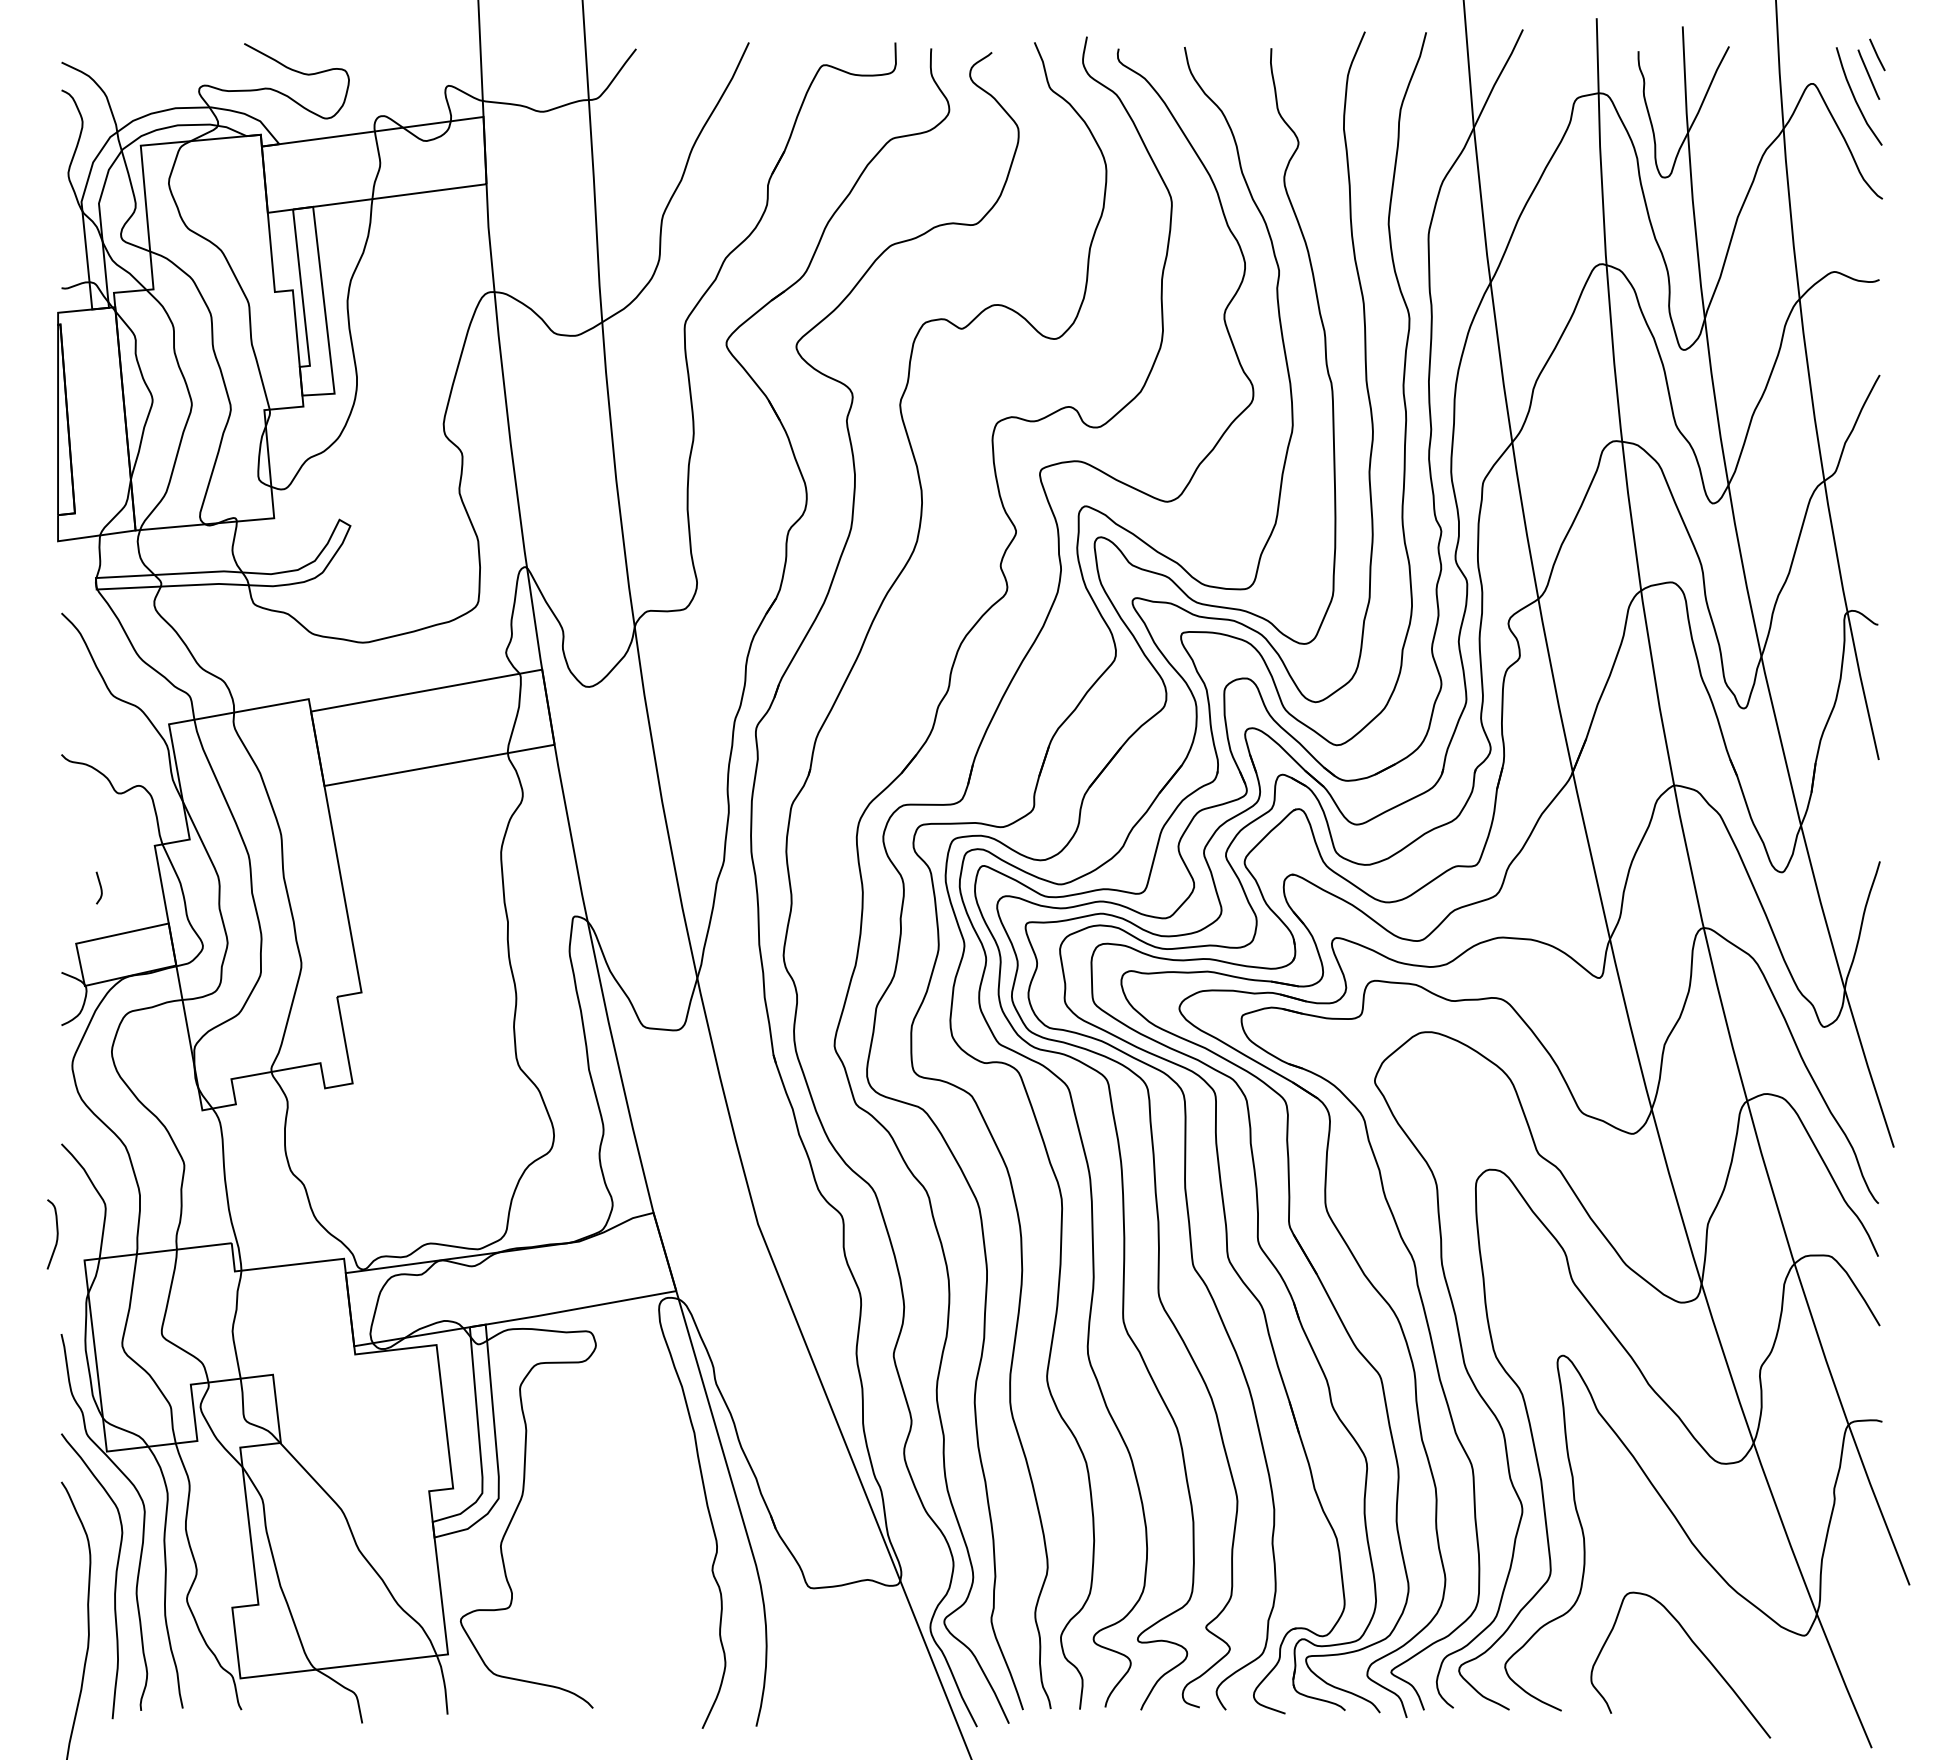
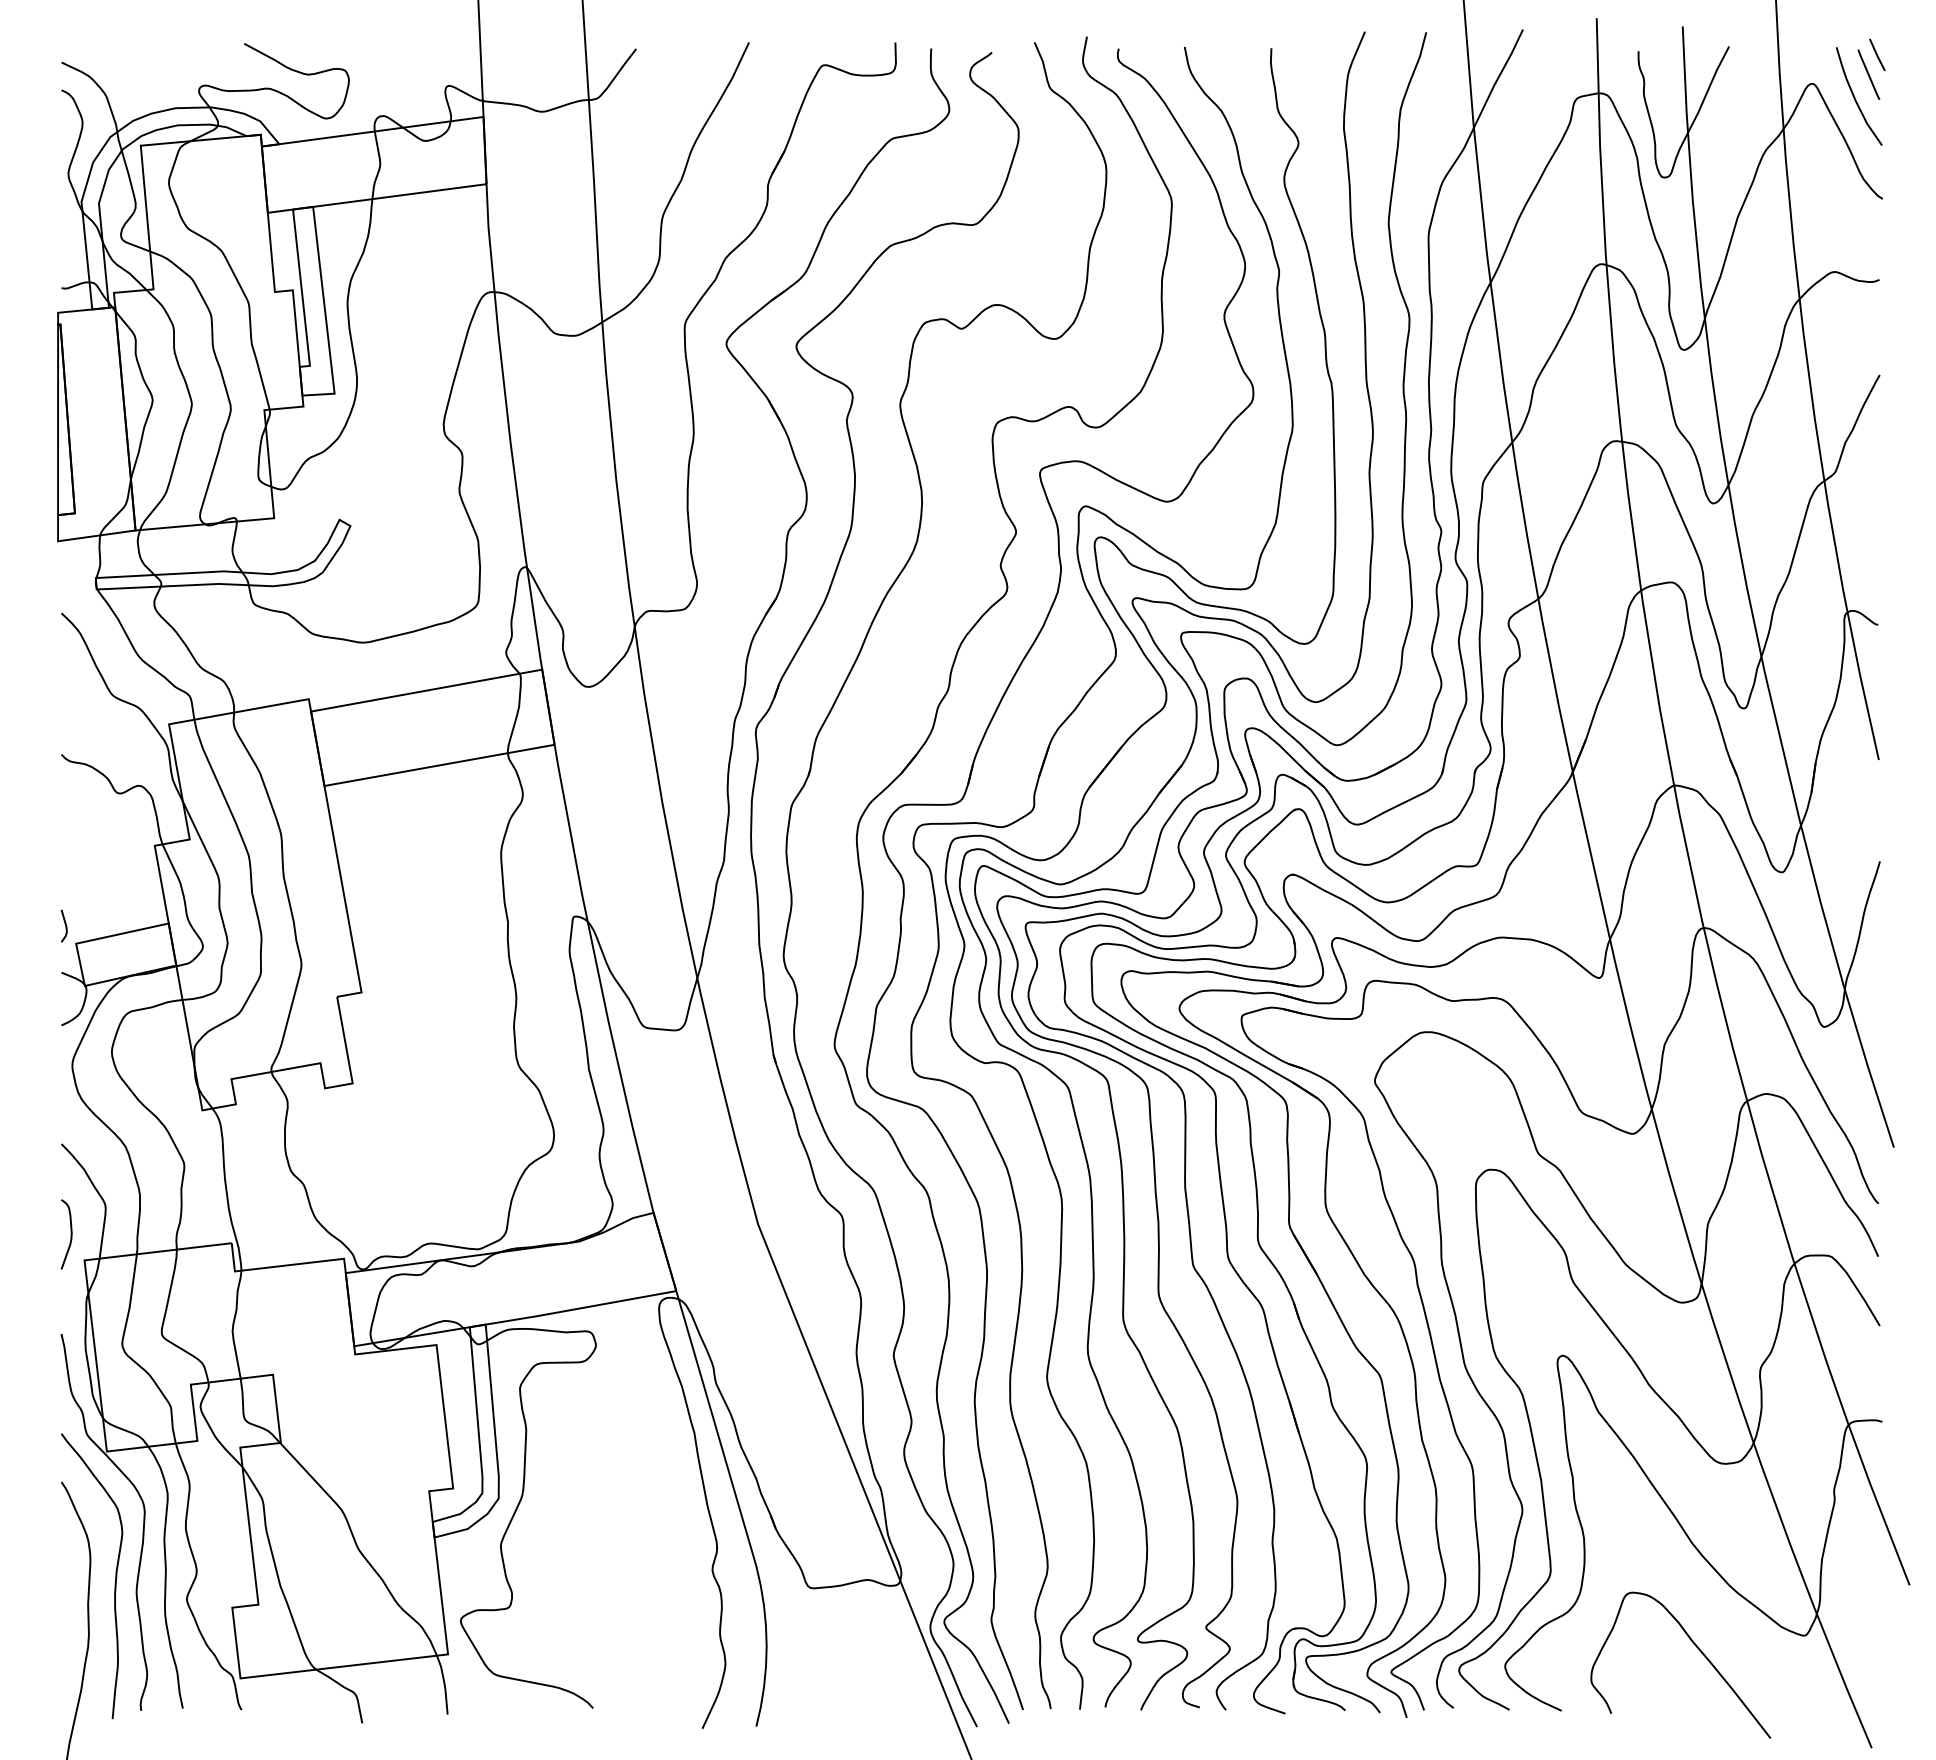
curve at (99, 886) position: (99, 886) -> (64, 924)
curve at (56, 1234) position: (56, 1234) -> (70, 1234)
